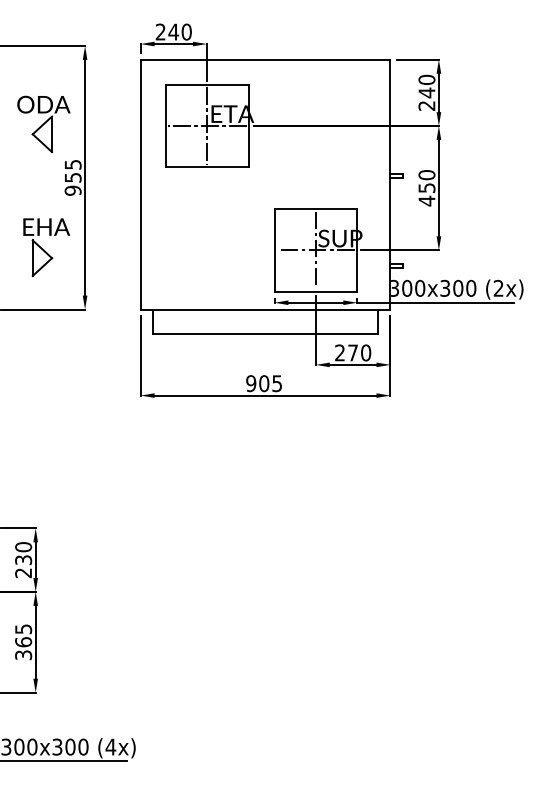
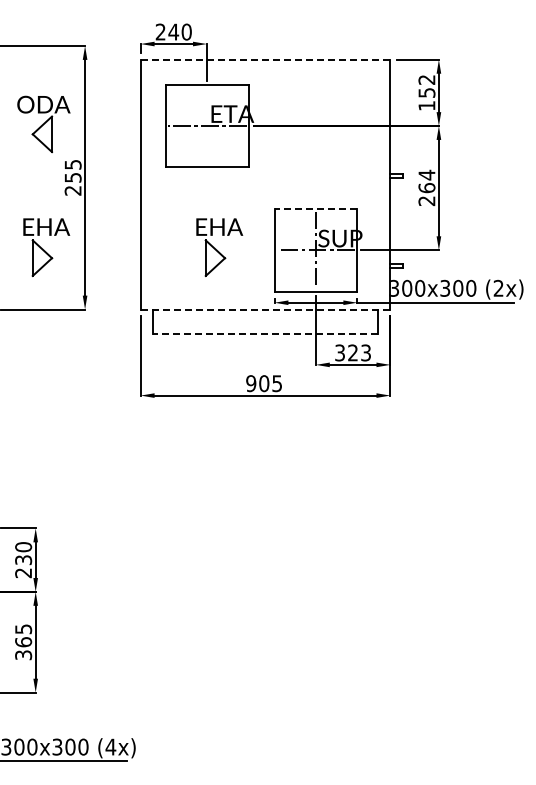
line at (265, 59): solid -> dashed
text at (426, 92): 240 -> 152
line at (206, 125): present -> none
text at (426, 187): 450 -> 264
text at (72, 190): 955 -> 255
line at (315, 208): solid -> dashed
part at (219, 247): none -> present
line at (265, 309): solid -> dashed
line at (265, 334): solid -> dashed
text at (353, 352): 270 -> 323
